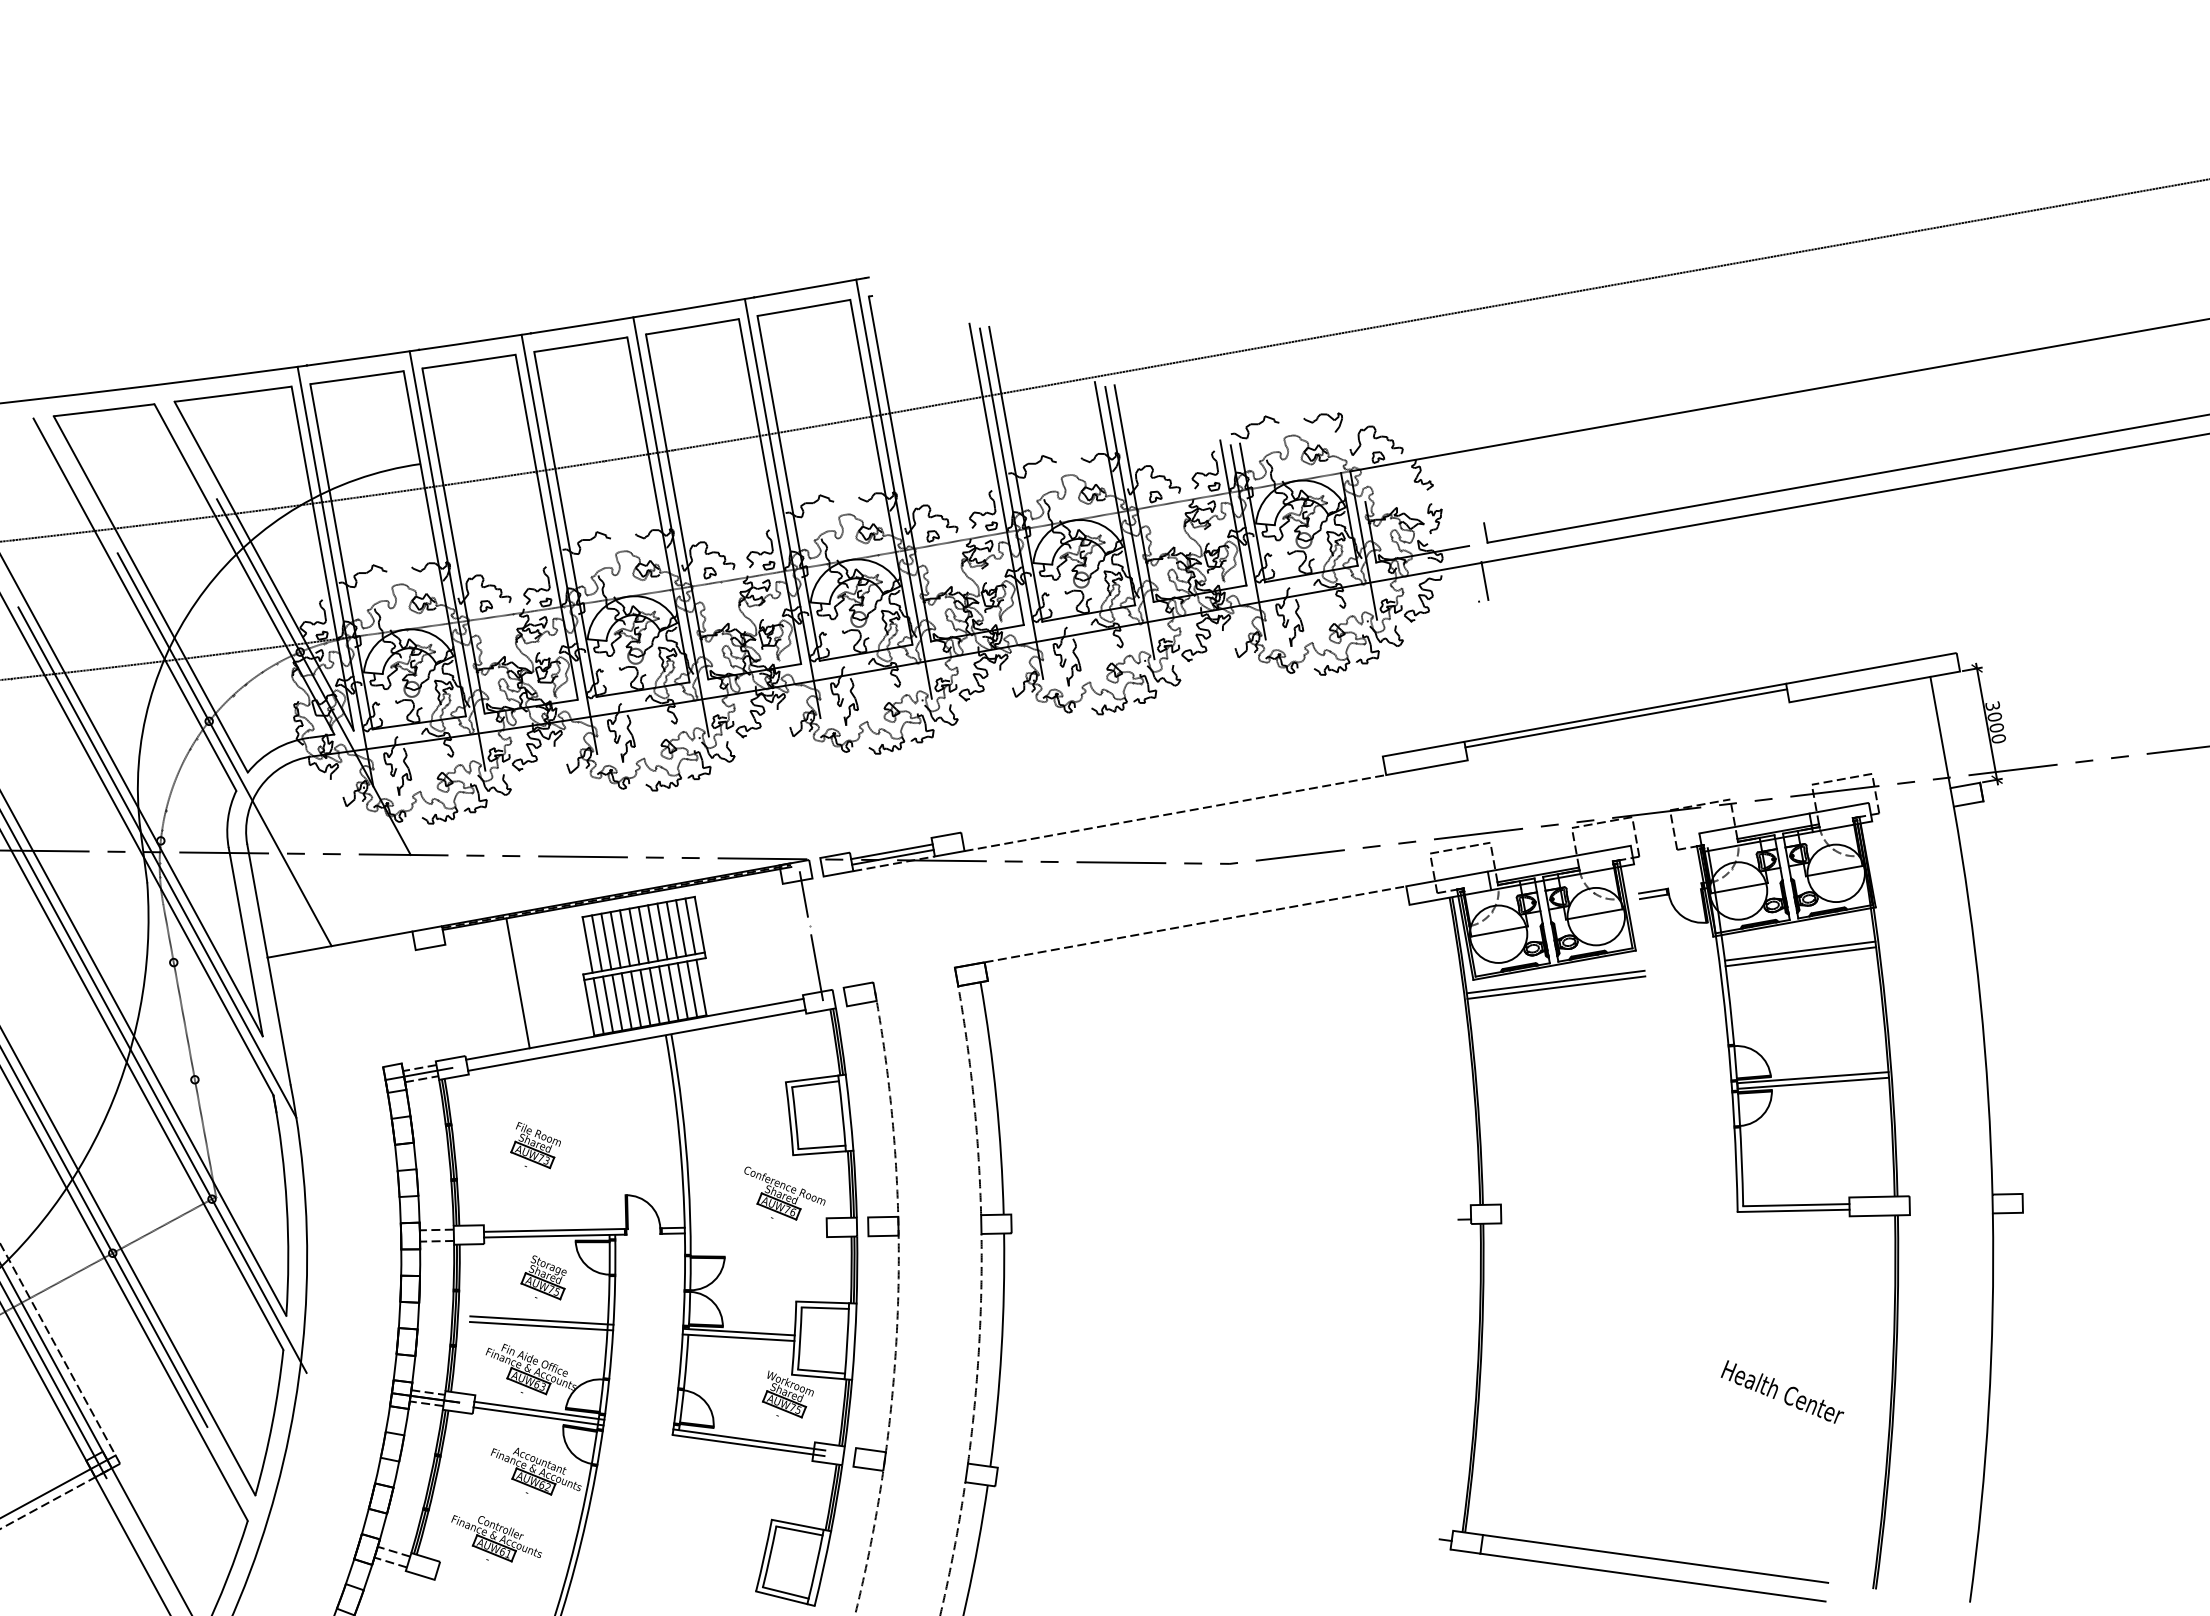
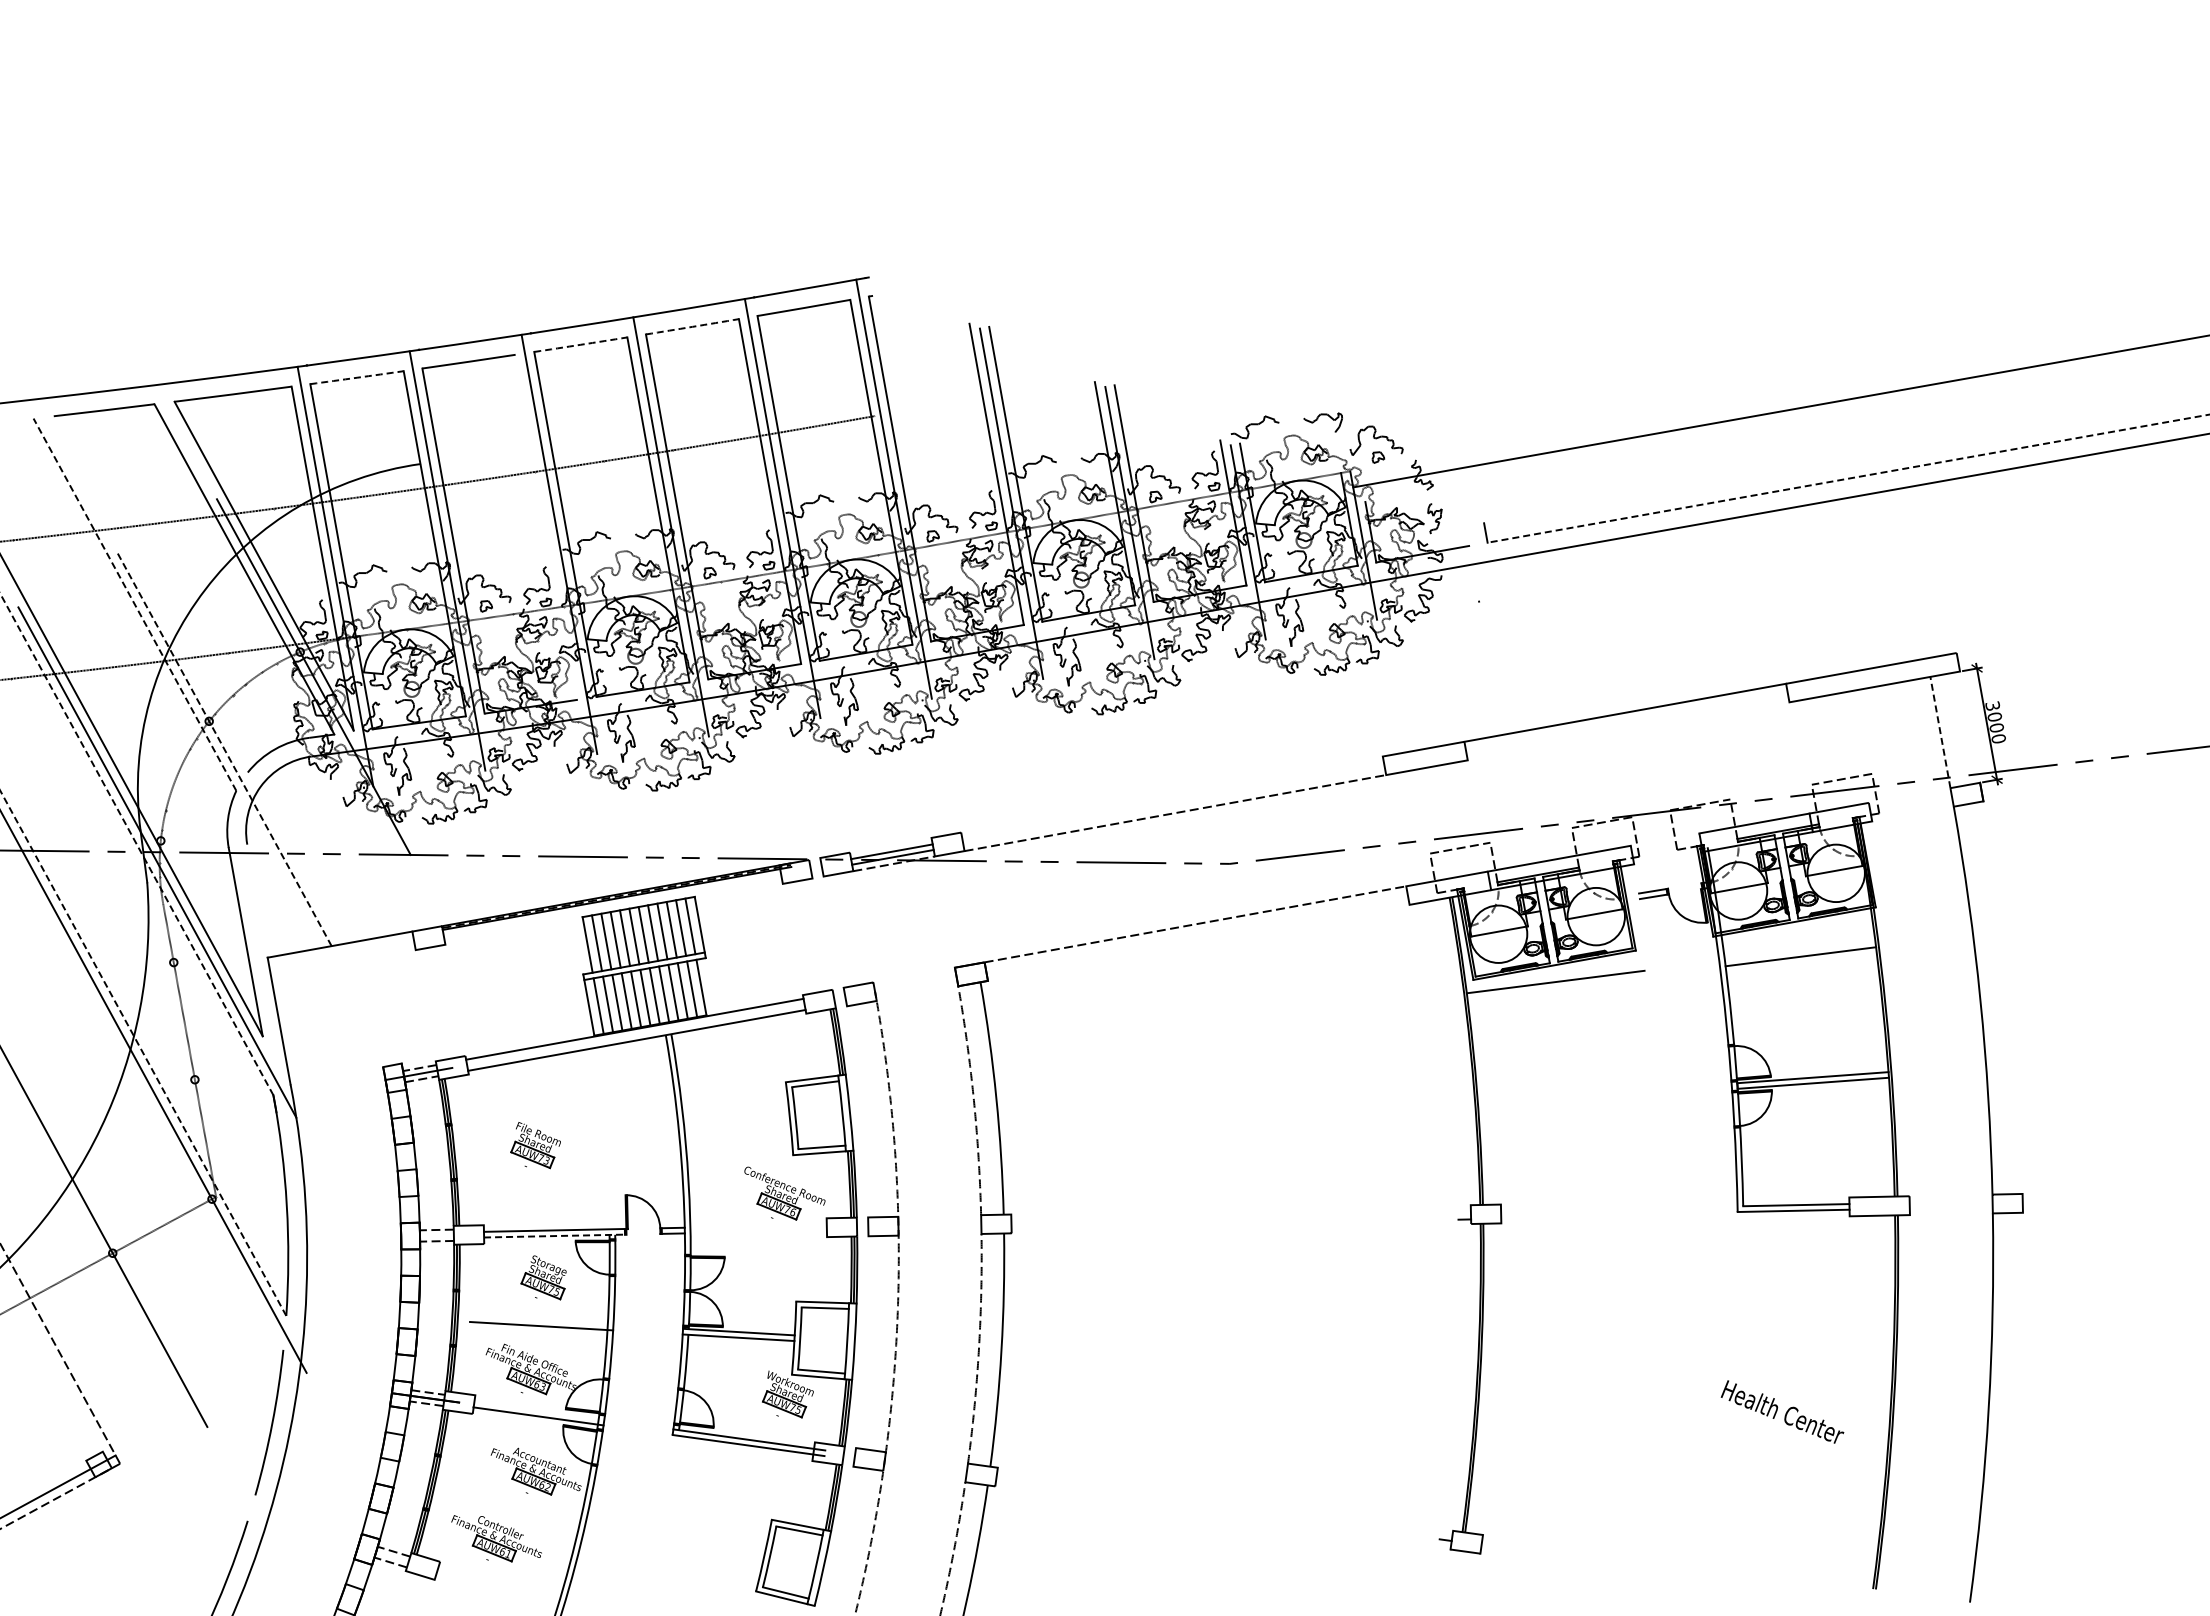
line at (1540, 297): present -> none
arc at (692, 326): solid -> dashed
arc at (580, 344): solid -> dashed
arc at (357, 377): solid -> dashed
line at (1778, 395) position: (1778, 395) -> (1779, 411)
line at (1848, 478): solid -> dashed
line at (546, 526): present -> none
line at (1484, 580): present -> none
line at (150, 594): present -> none
line at (134, 604): solid -> dashed
line at (1626, 718): present -> none
line at (1940, 732): solid -> dashed
line at (224, 749): solid -> dashed
line at (136, 844): solid -> dashed
line at (257, 900): present -> none
line at (811, 936): present -> none
line at (1799, 950): present -> none
line at (517, 983): present -> none
line at (1556, 987): present -> none
line at (142, 1052): solid -> dashed
line at (142, 1091): present -> none
line at (555, 1236): solid -> dashed
line at (128, 1262): present -> none
line at (124, 1295): present -> none
line at (541, 1320): present -> none
line at (54, 1382): present -> none
text at (1782, 1391) position: (1782, 1391) -> (1782, 1411)
line at (539, 1410): present -> none
line at (96, 1439): present -> none
line at (85, 1459): present -> none
line at (1655, 1558): present -> none
line at (1652, 1577): present -> none
